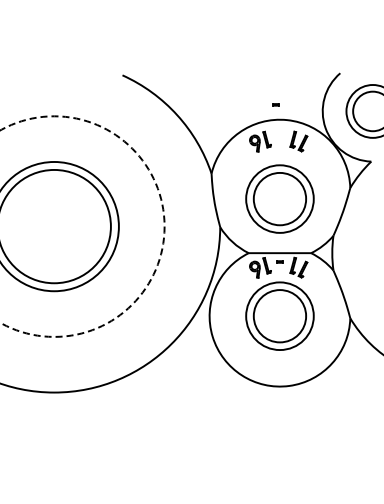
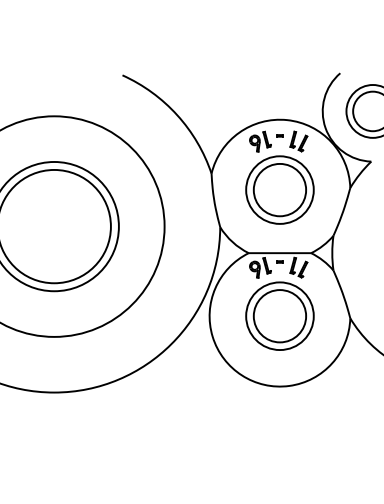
part at (275, 104) position: (275, 104) -> (279, 135)
part at (279, 198) position: (279, 198) -> (279, 189)
circle at (82, 226): dashed -> solid
